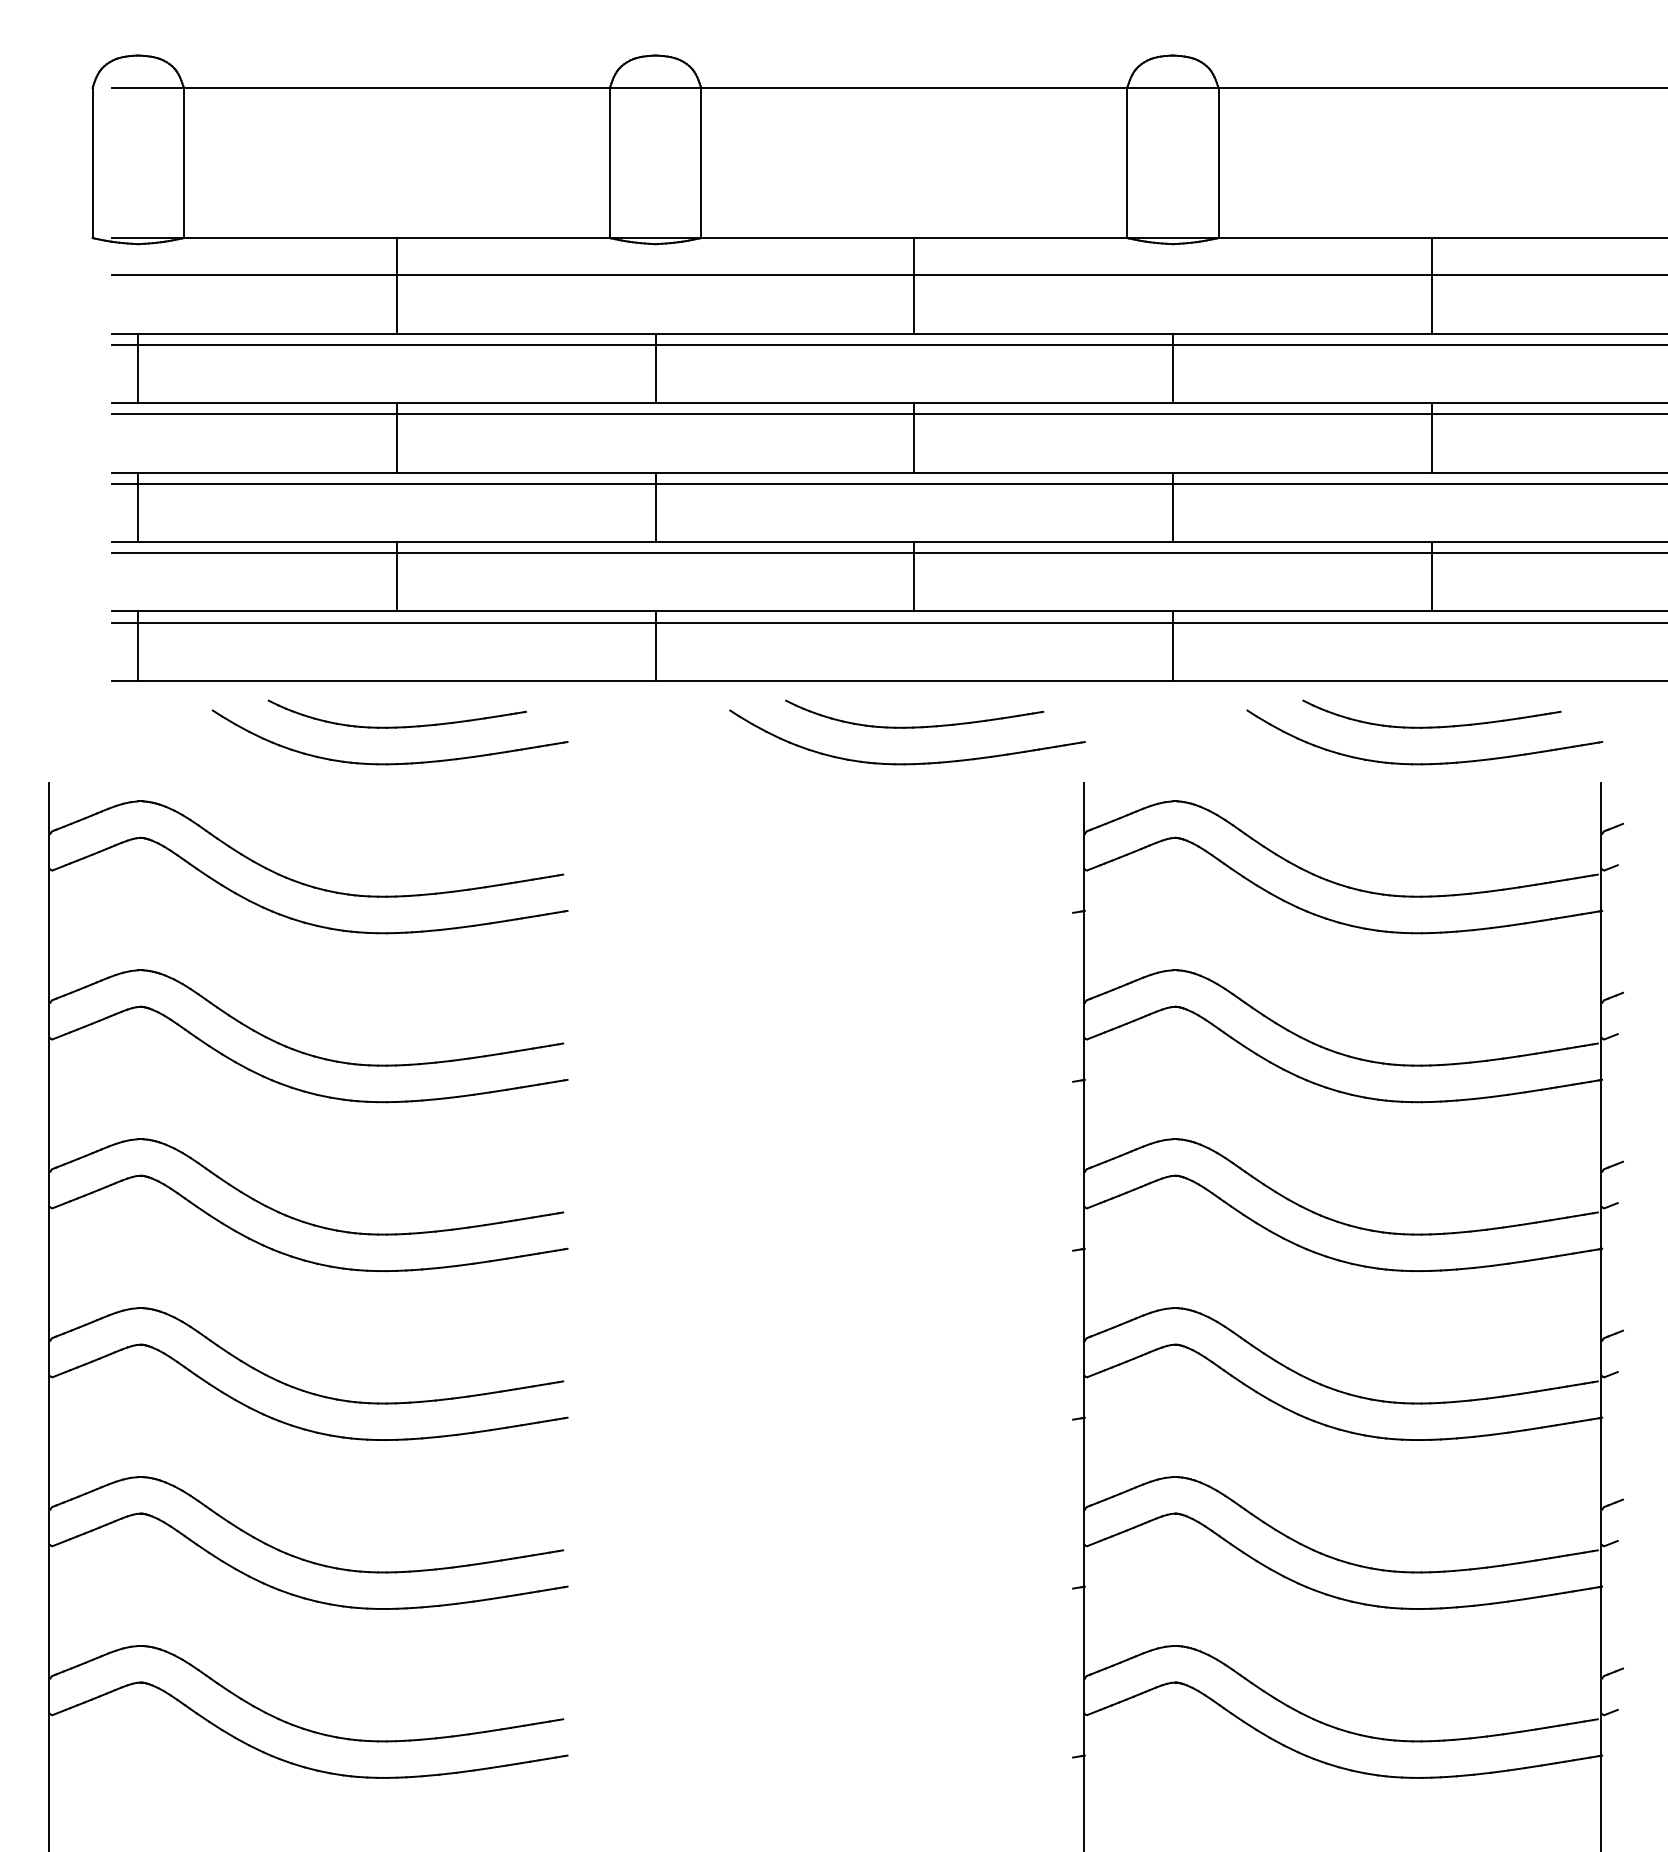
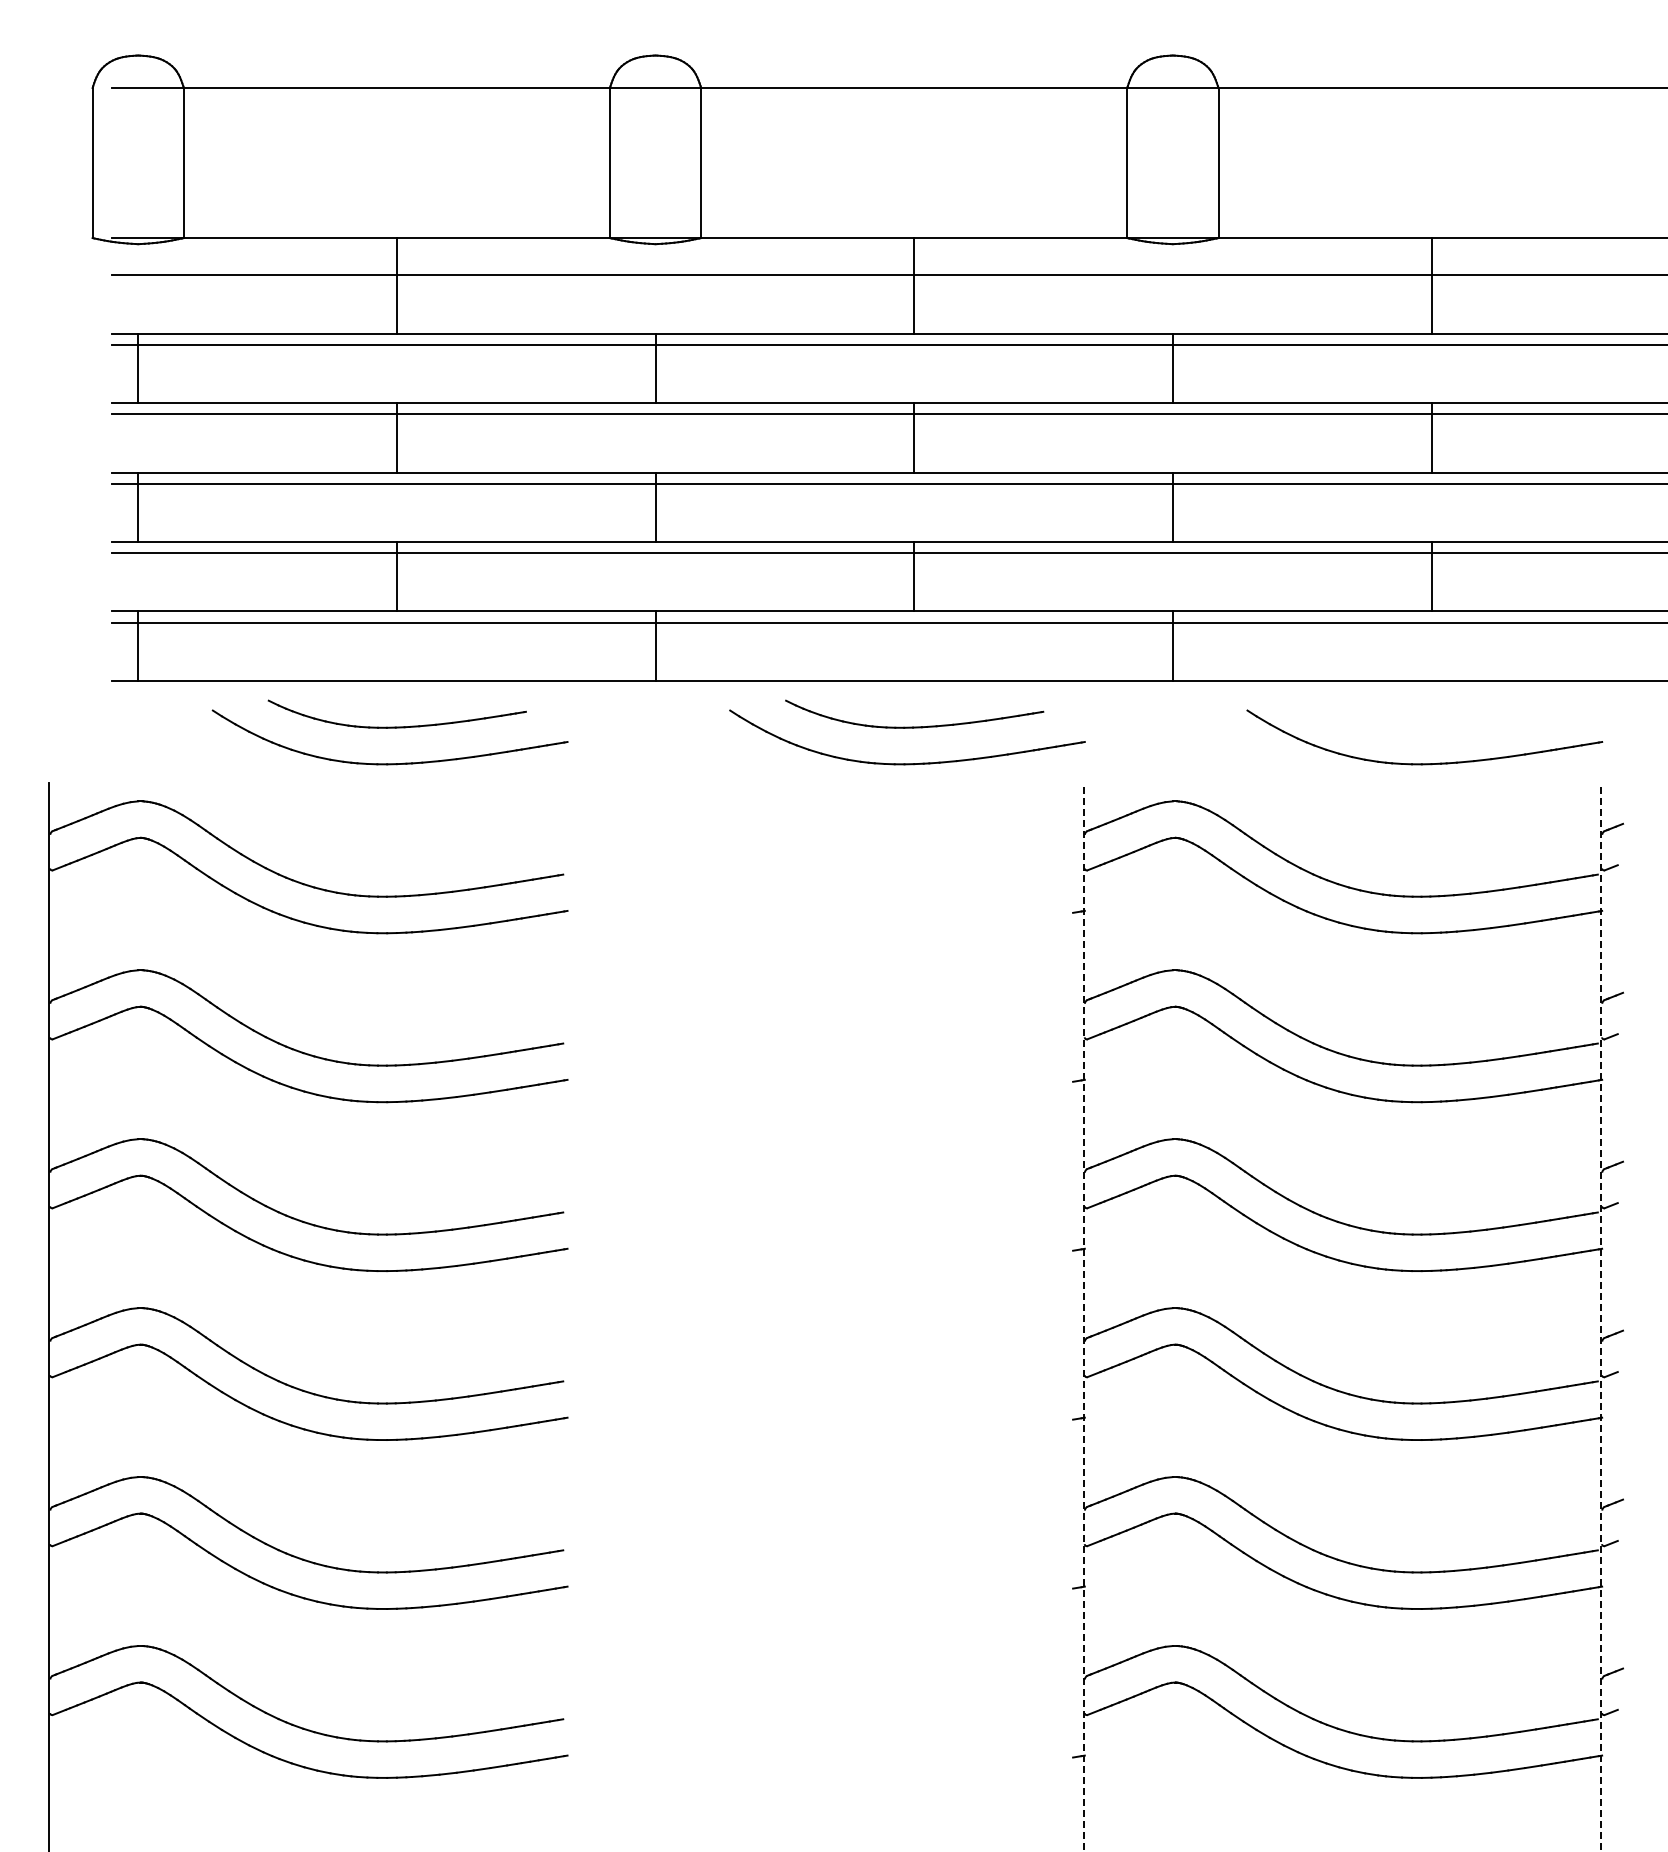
part at (1431, 726): present -> none
line at (1083, 1317): solid -> dashed
line at (1600, 1317): solid -> dashed
